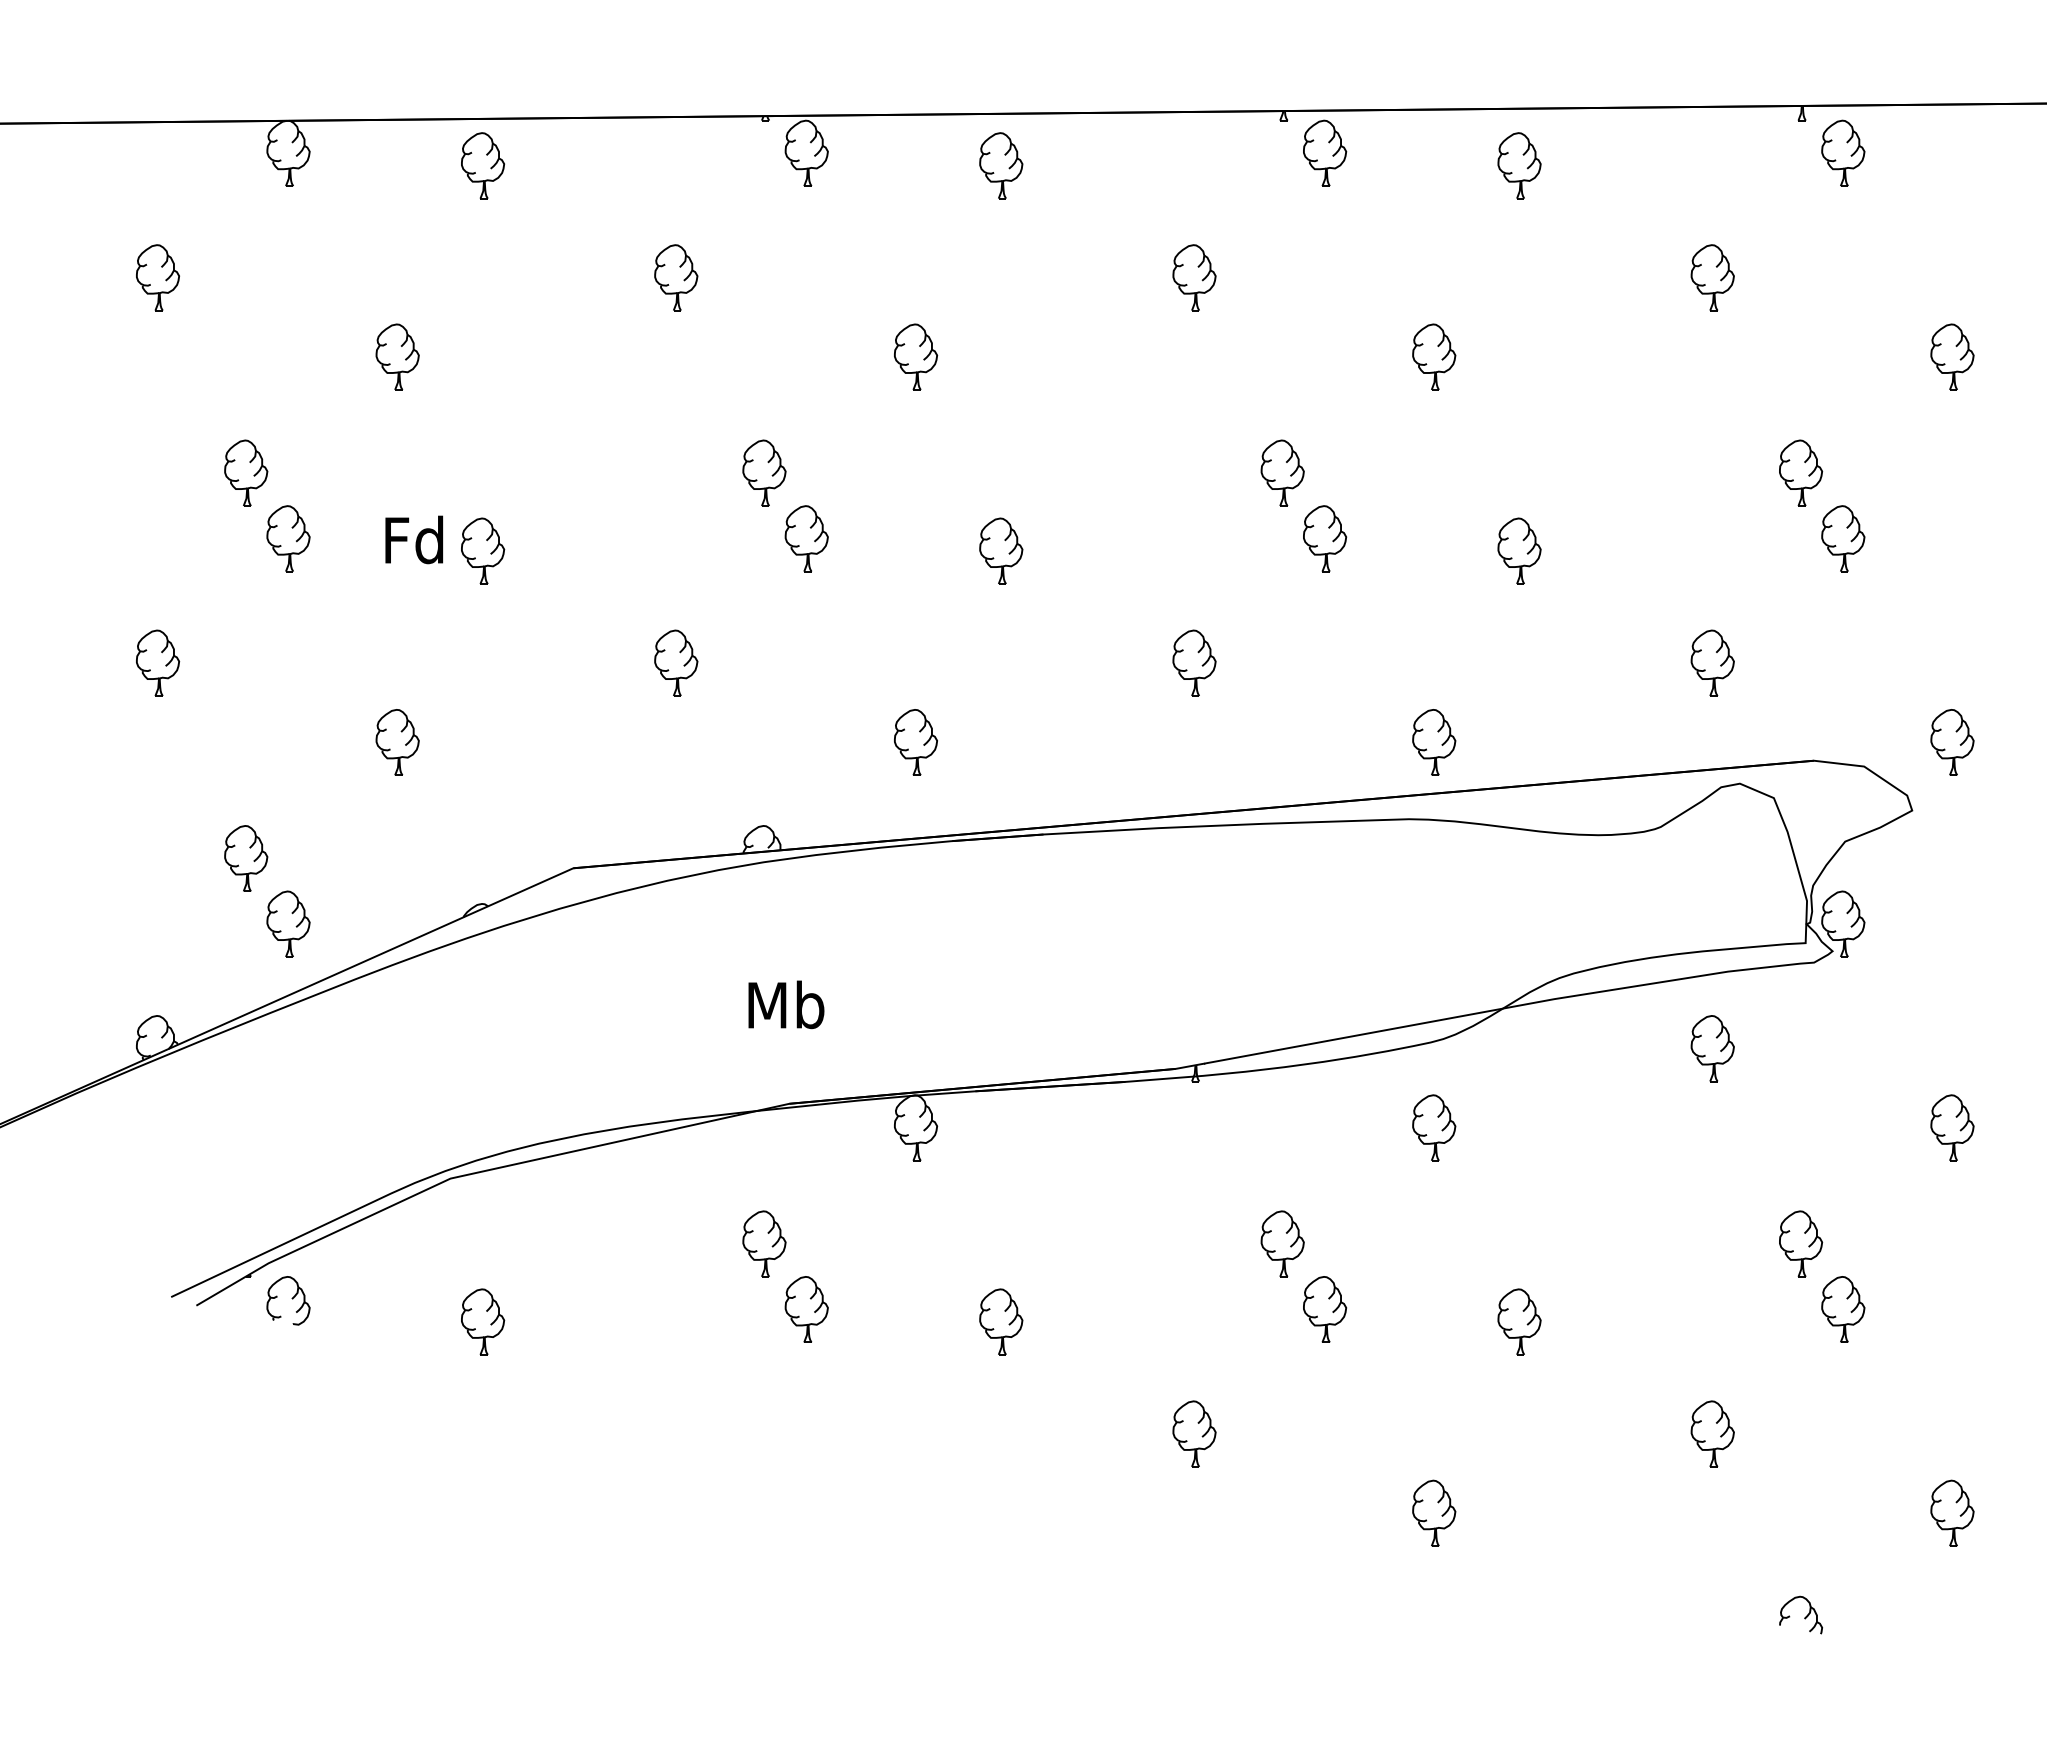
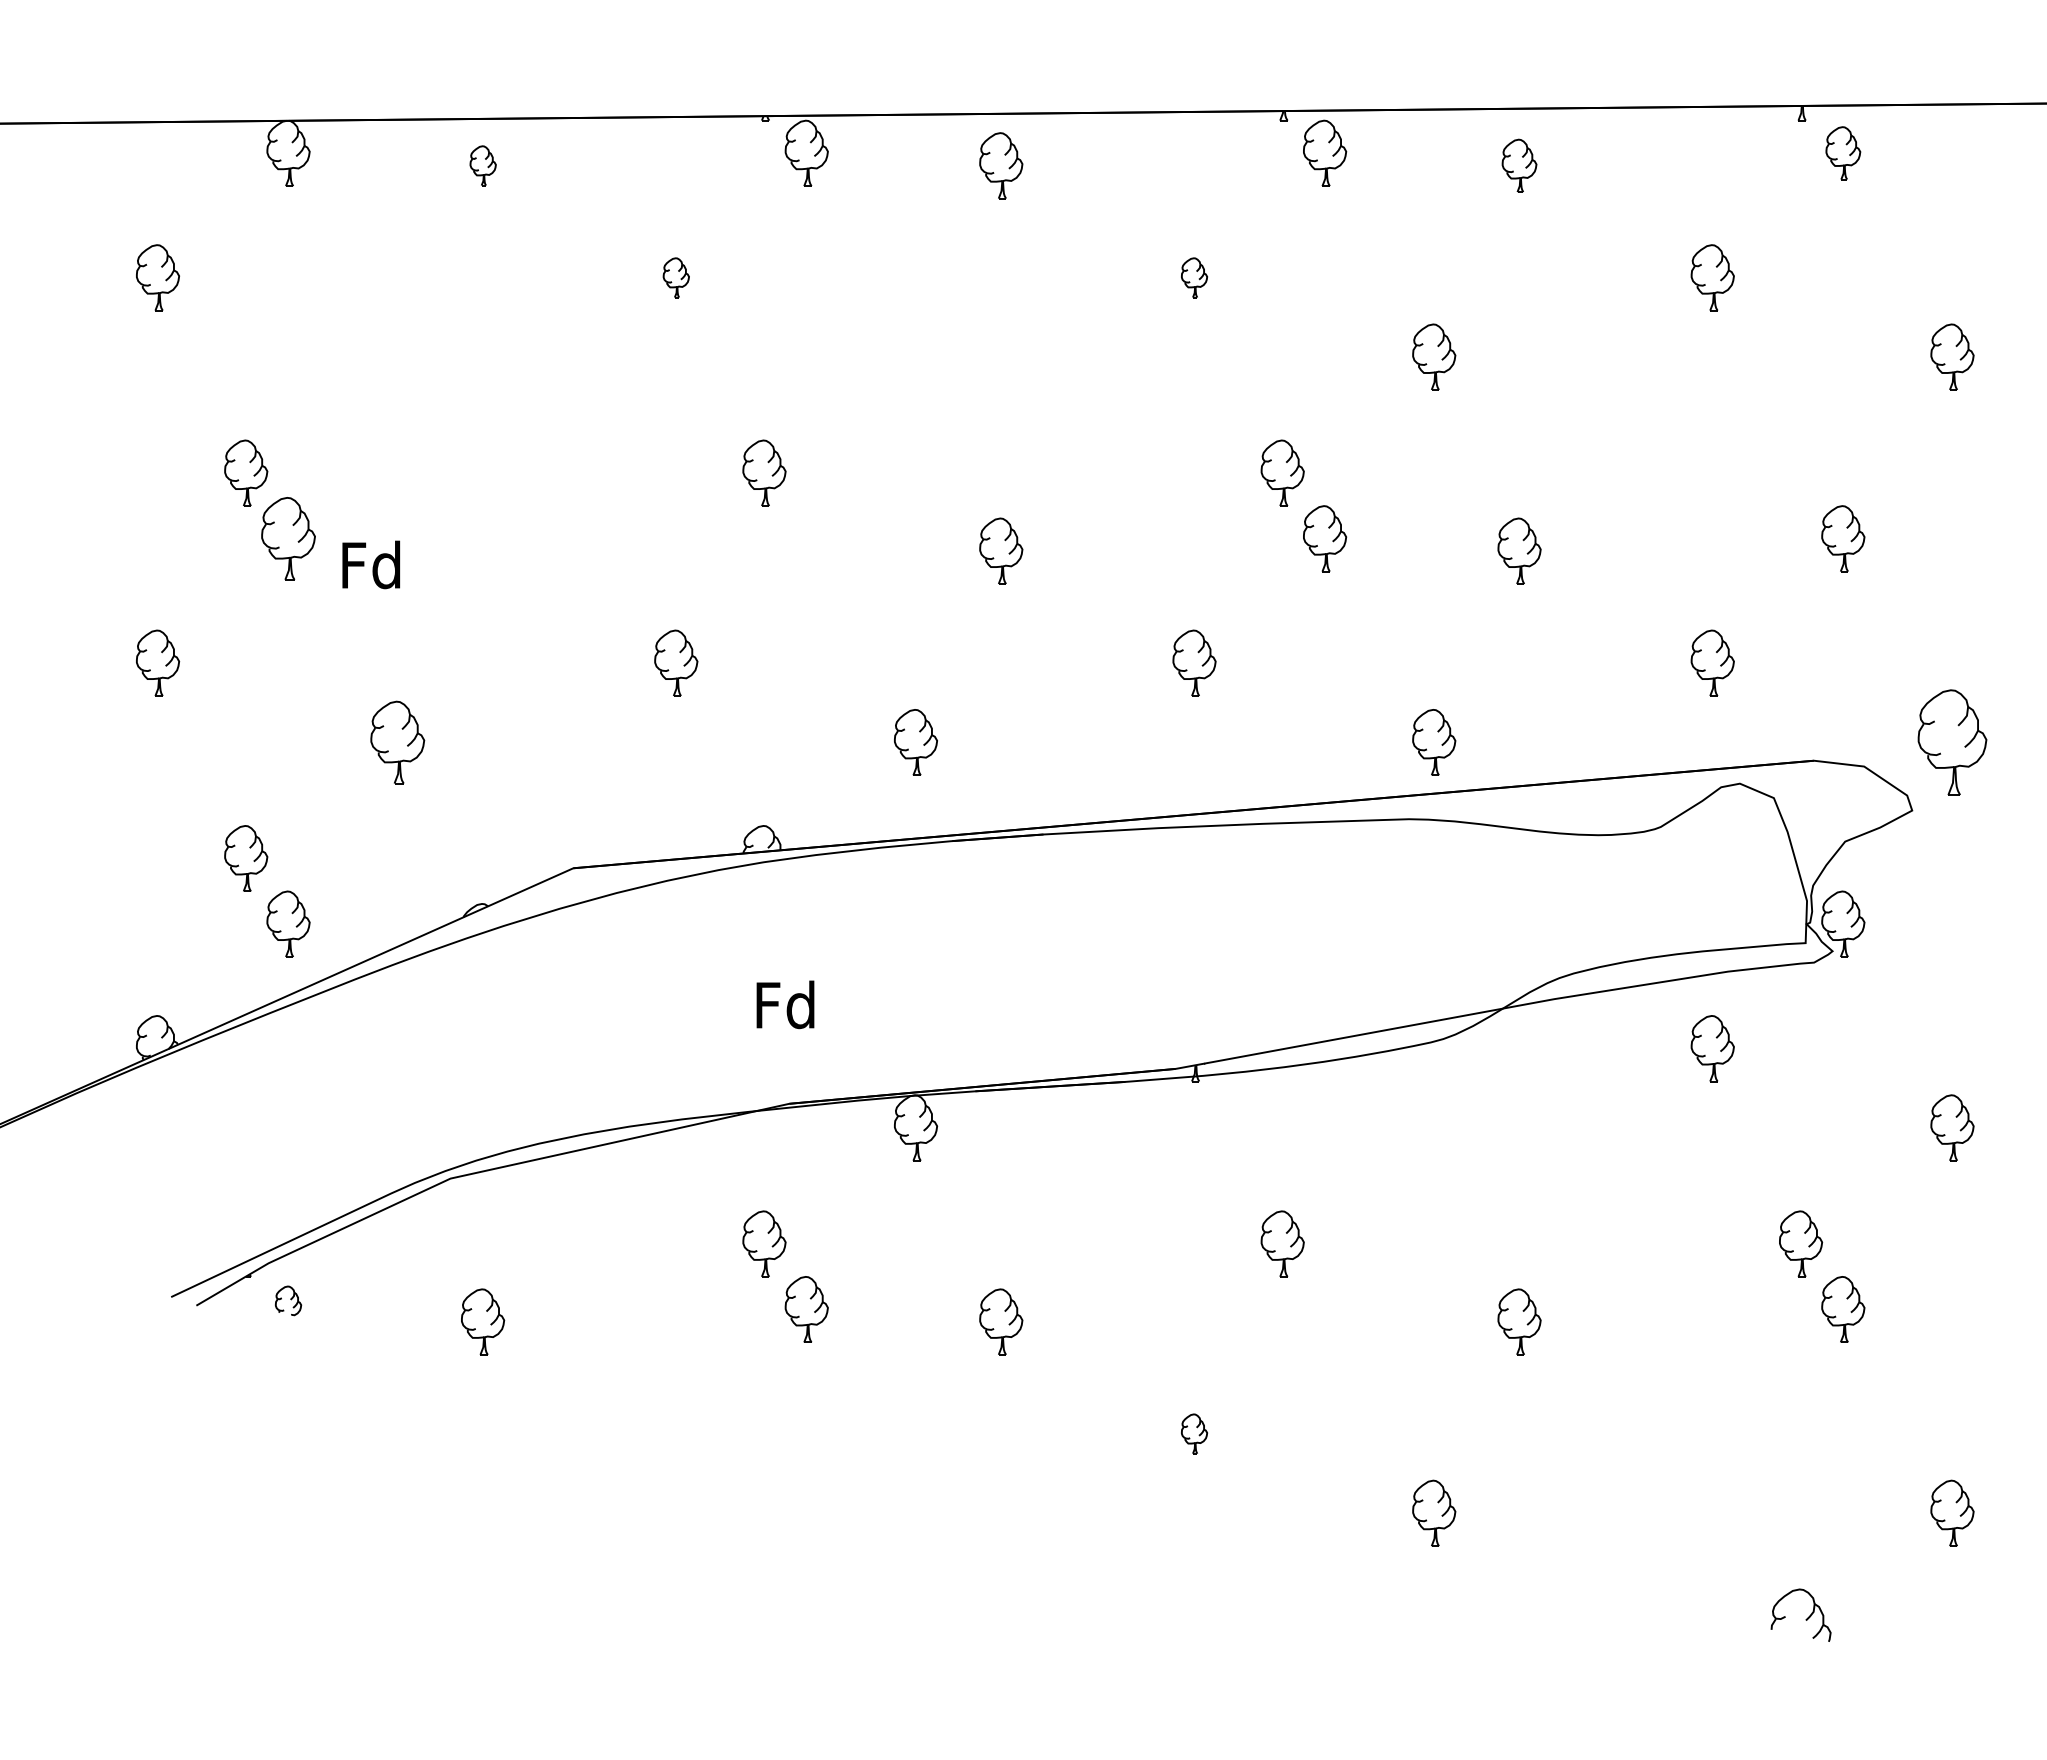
part at (1843, 152) size: 45x68 px -> 37x55 px
part at (483, 165) size: 45x68 px -> 28x42 px
part at (1519, 165) size: 45x68 px -> 37x55 px
part at (676, 277) size: 45x68 px -> 28x42 px
part at (1194, 277) size: 45x68 px -> 27x42 px
part at (397, 356): present -> none
part at (916, 356): present -> none
part at (1801, 472): present -> none
part at (288, 538) size: 45x68 px -> 55x84 px
part at (806, 538): present -> none
text at (413, 539) position: (413, 539) -> (370, 564)
part at (483, 550): present -> none
part at (397, 742) size: 45x67 px -> 56x85 px
part at (1952, 742) size: 45x67 px -> 71x107 px
text at (786, 1004): Mb -> Fd
part at (1434, 1127): present -> none
part at (288, 1300) size: 45x50 px -> 28x32 px
part at (1325, 1309): present -> none
part at (1194, 1433) size: 45x68 px -> 28x42 px
part at (1712, 1433): present -> none
part at (1800, 1614) size: 44x40 px -> 62x54 px
